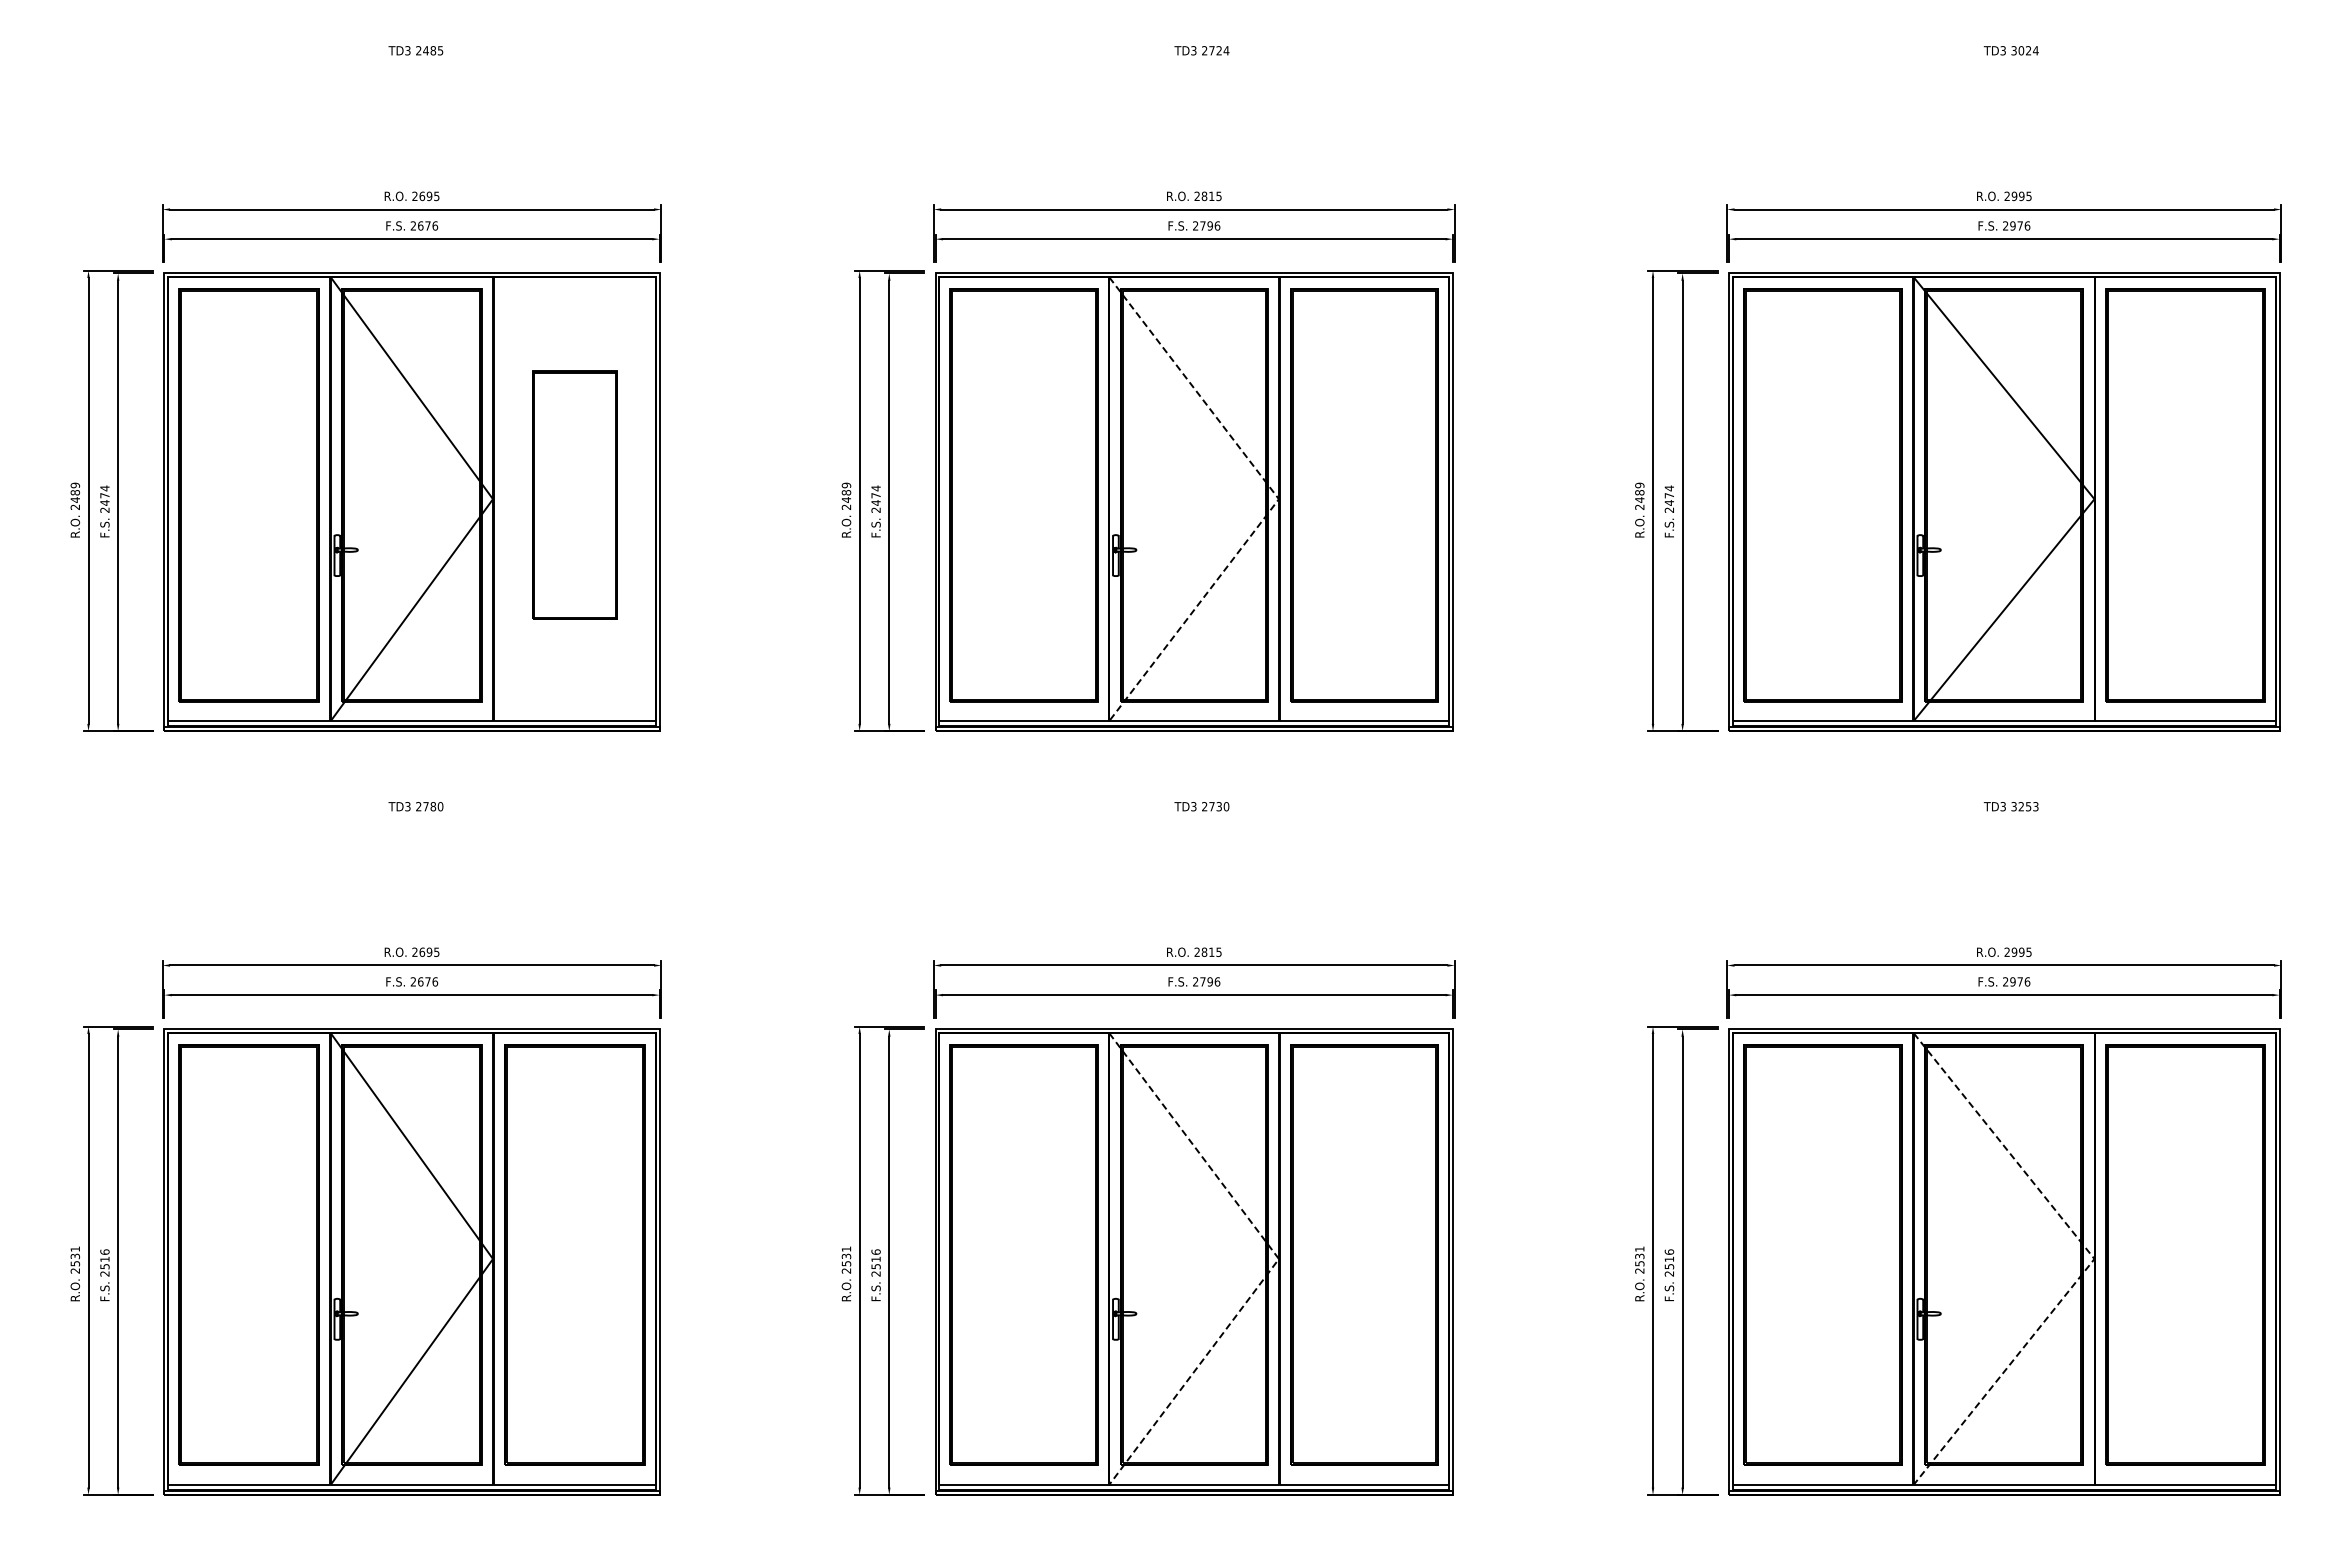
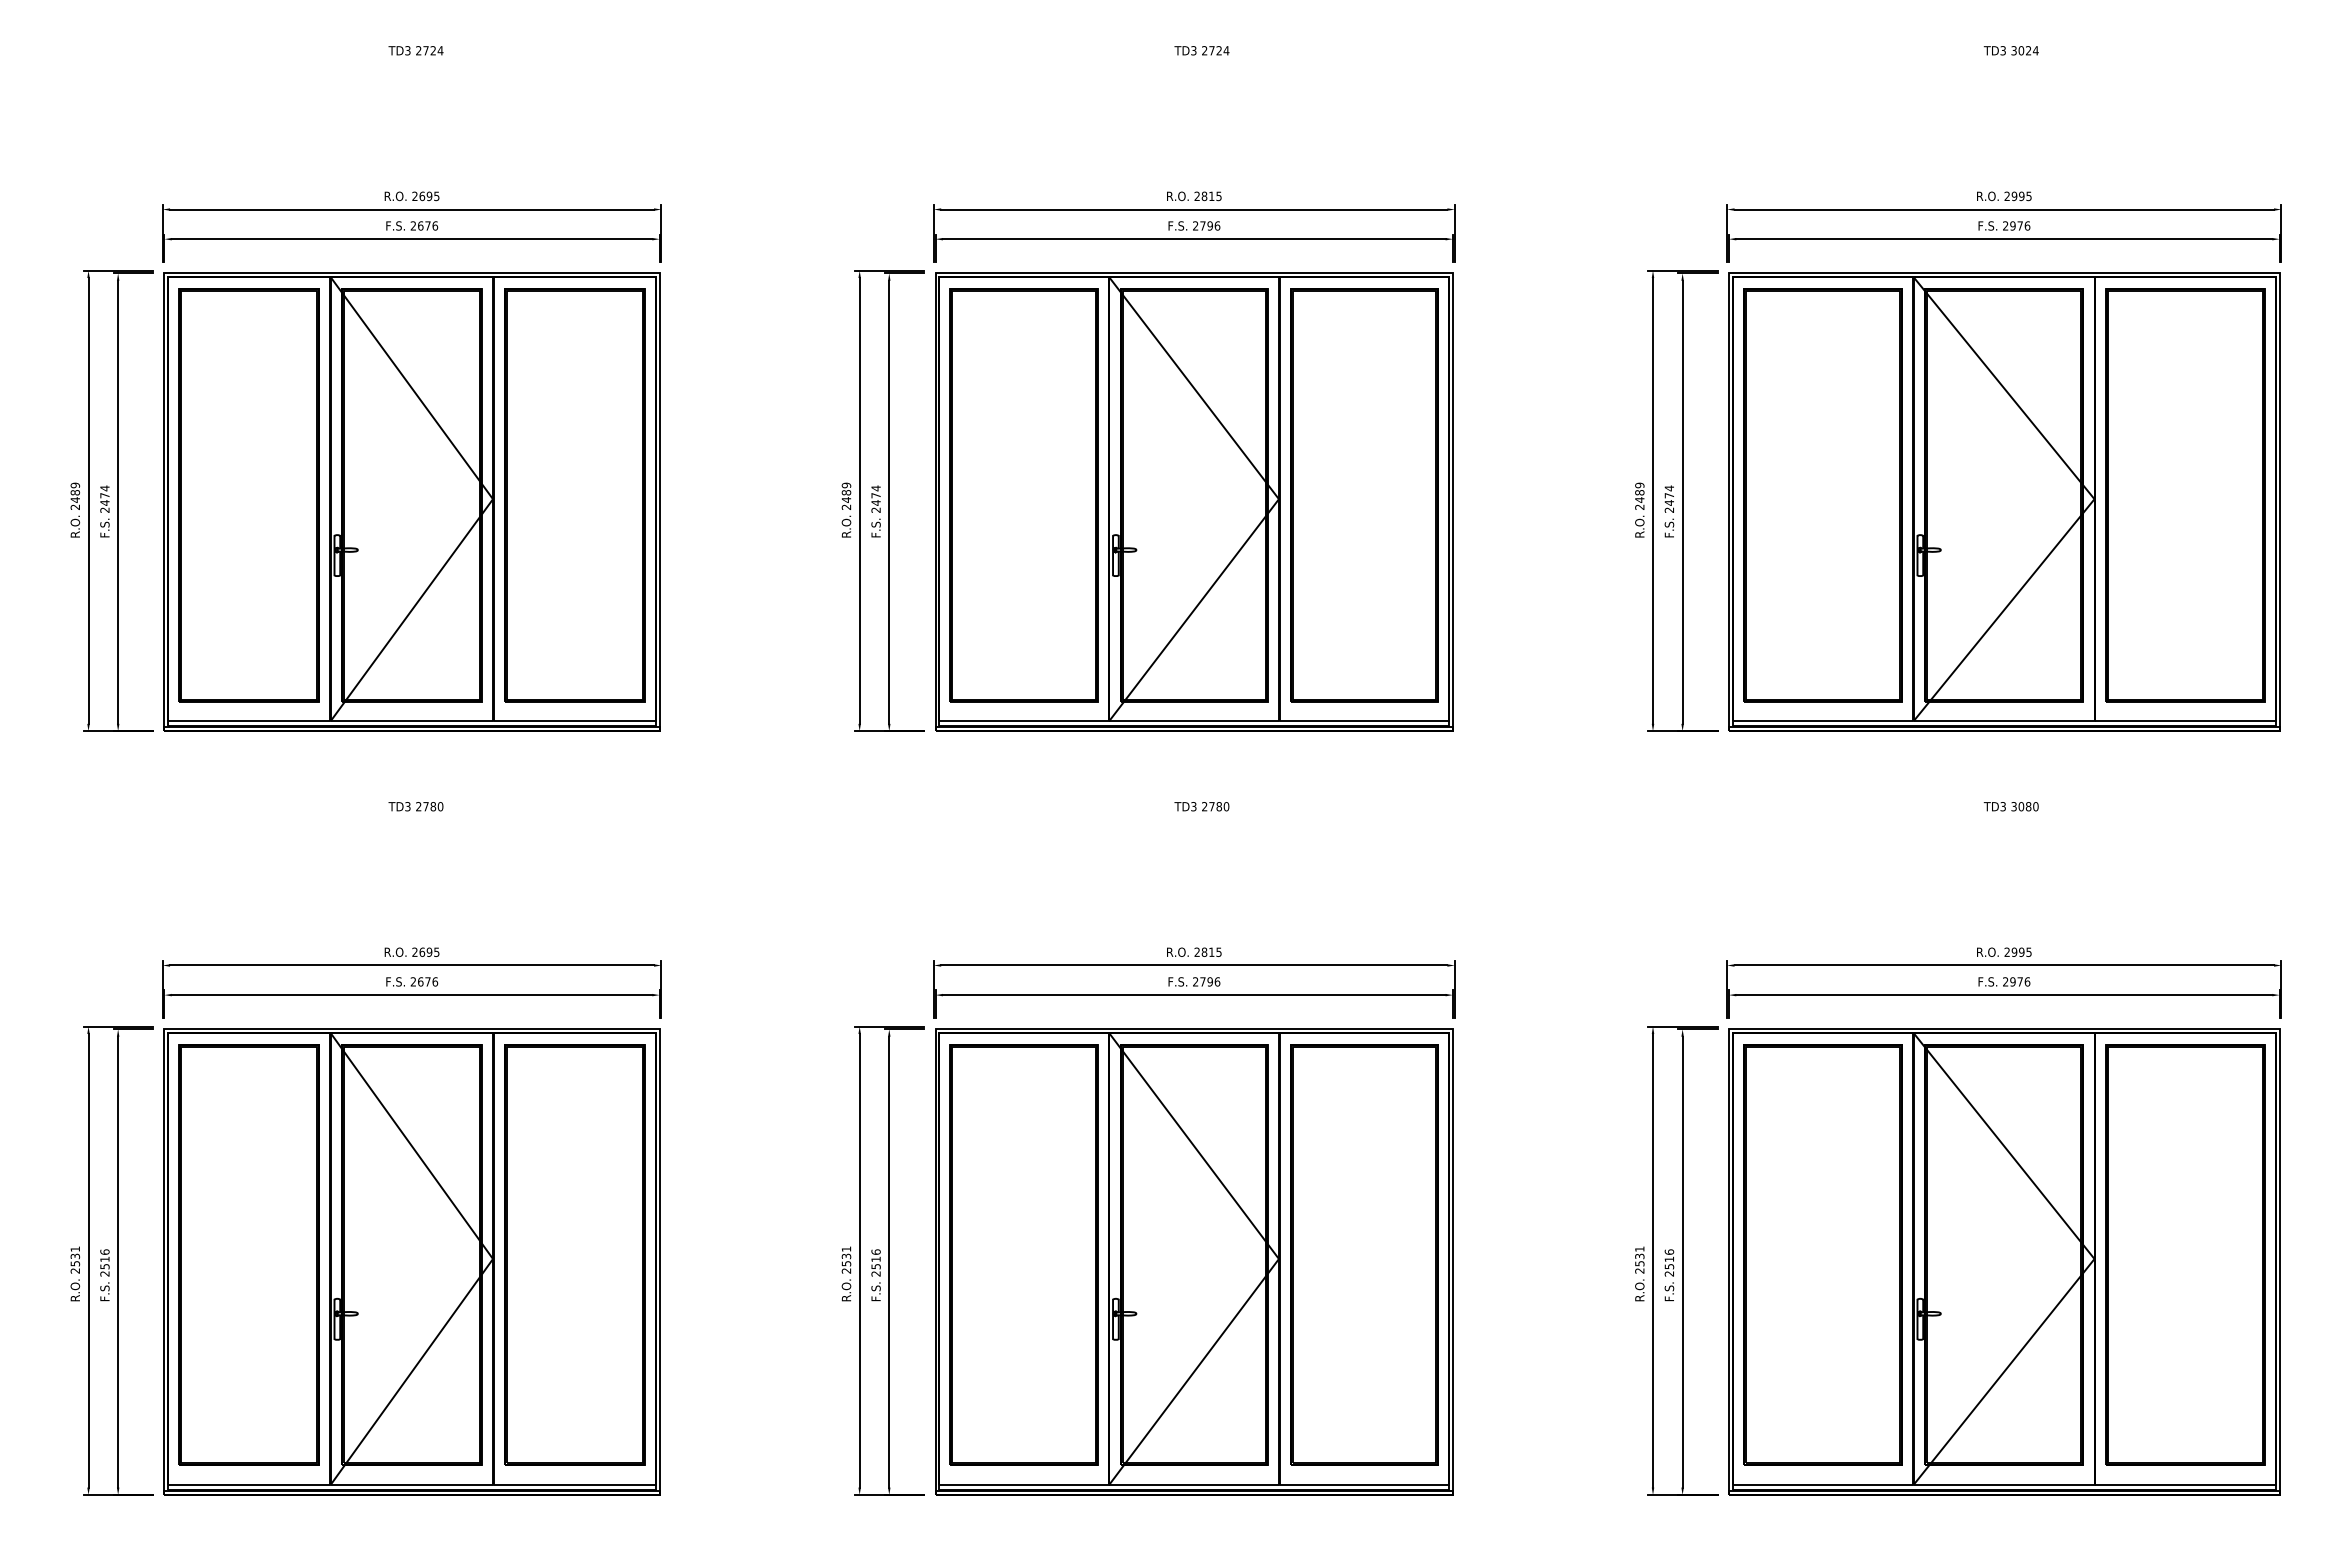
text at (433, 50): 2485 -> 2724
part at (574, 494) size: 86x250 px -> 142x415 px
line at (1278, 499): dashed -> solid
text at (1219, 806): 2730 -> 2780
text at (2028, 806): 3253 -> 3080
line at (1278, 1259): dashed -> solid
line at (2094, 1259): dashed -> solid
